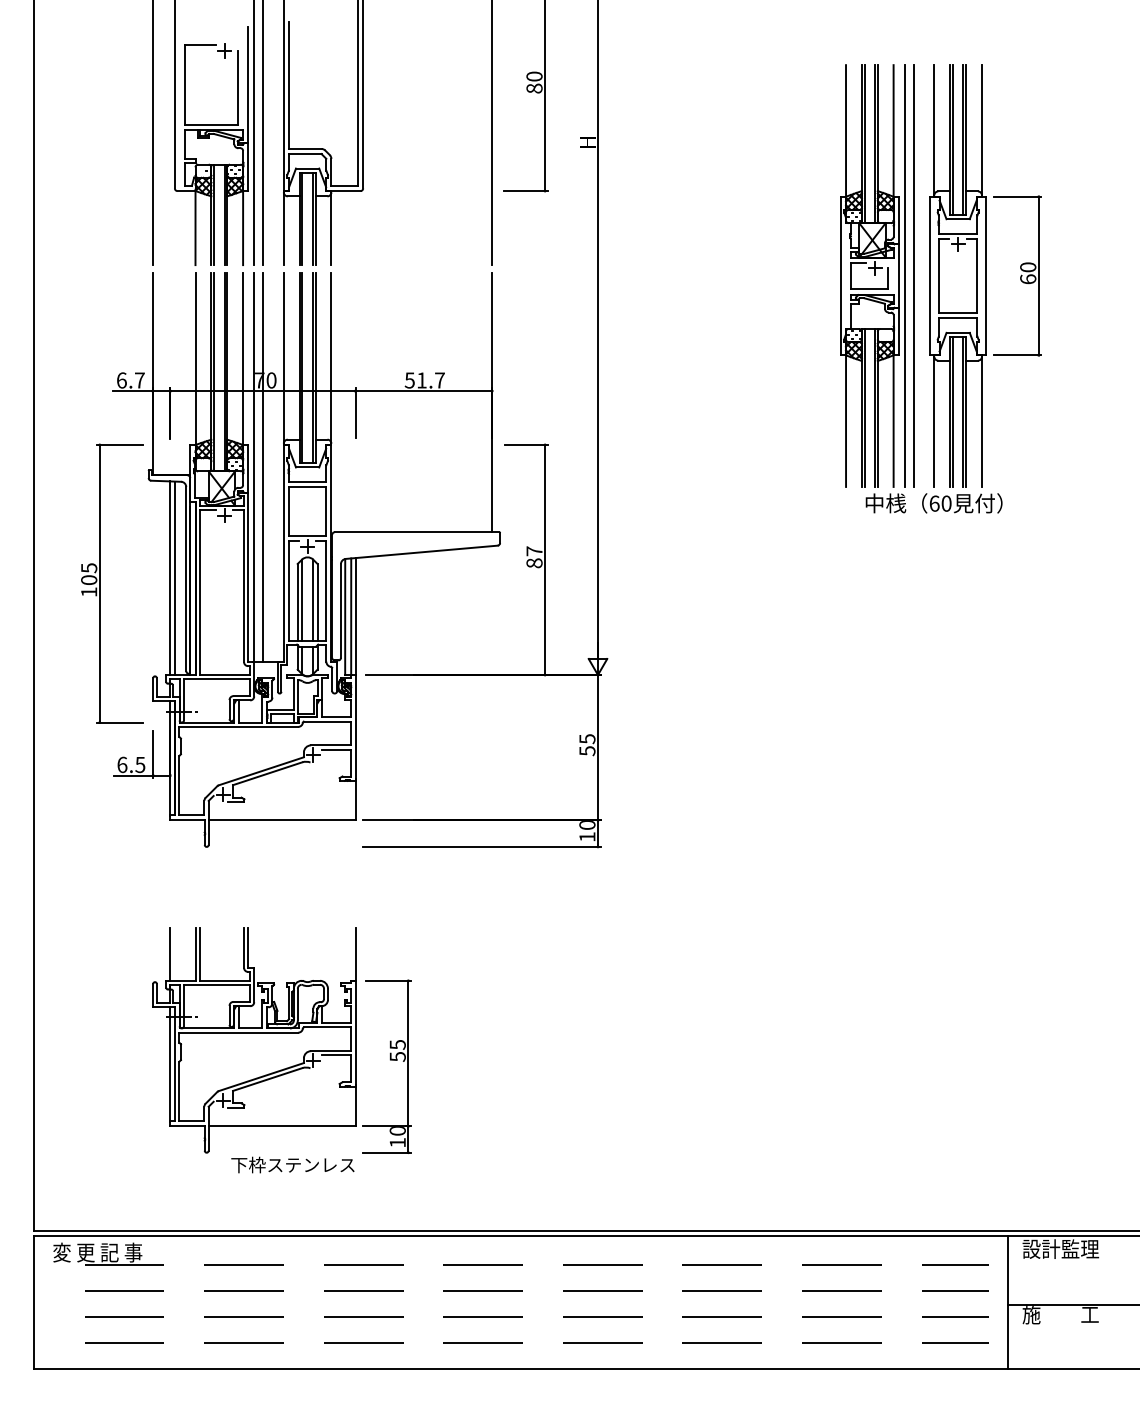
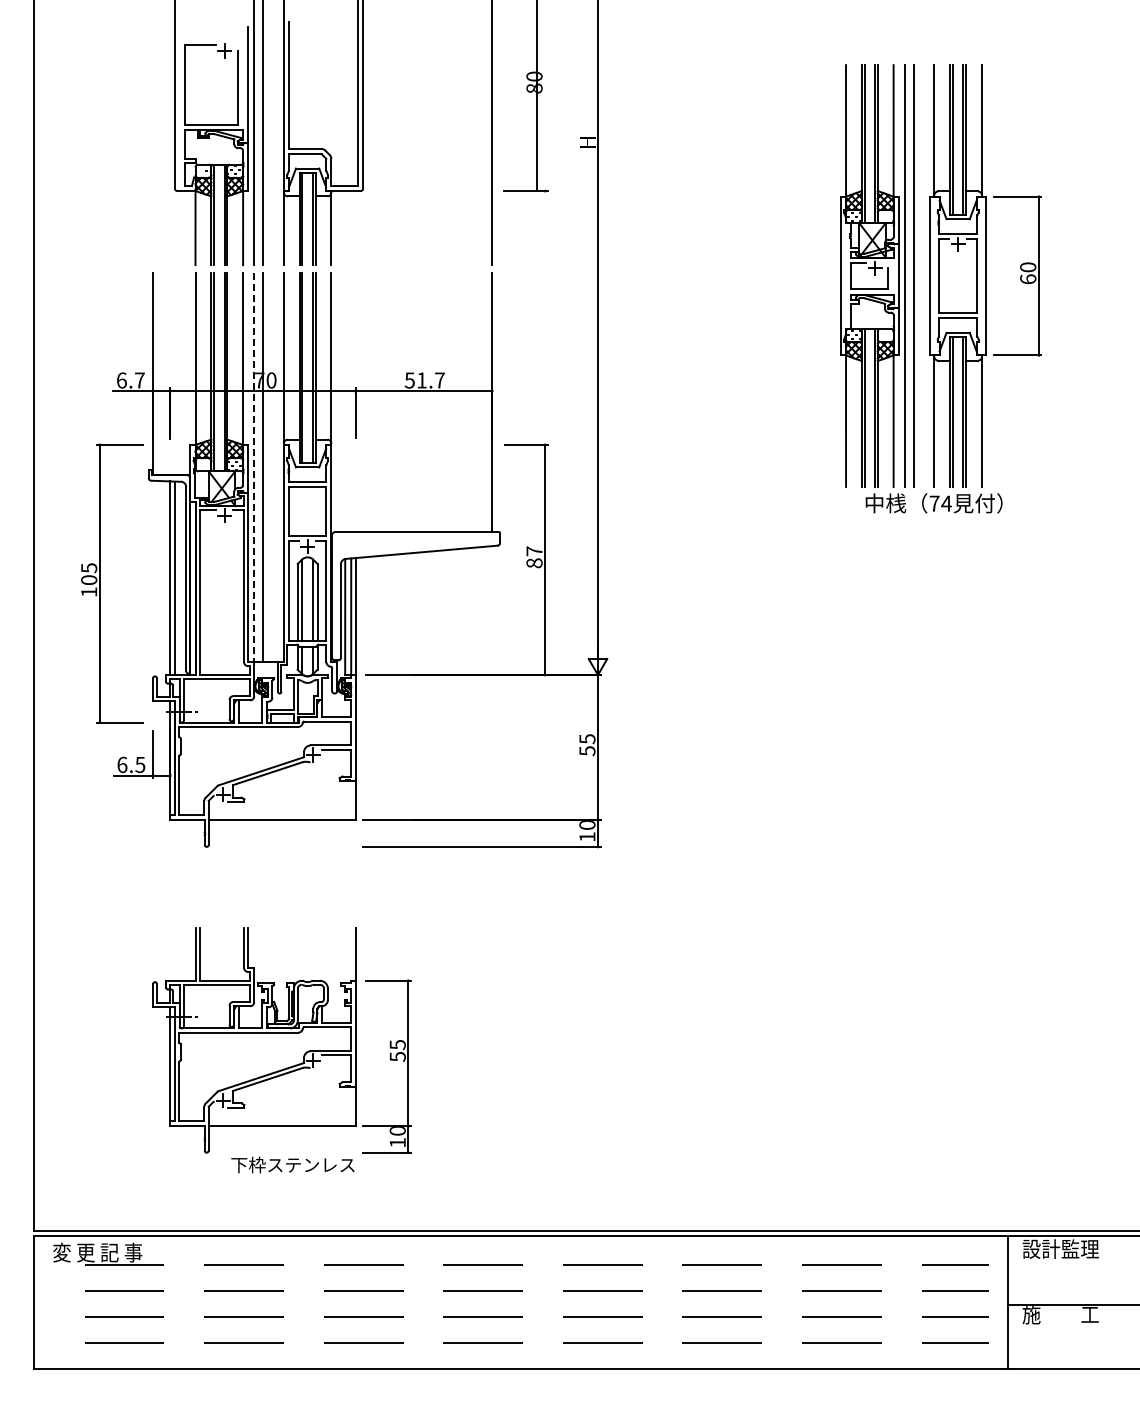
line at (545, 96) position: (545, 96) -> (537, 96)
line at (152, 133): present -> none
line at (254, 467): solid -> dashed
text at (940, 503): 60 -> 74
line at (170, 953): present -> none
